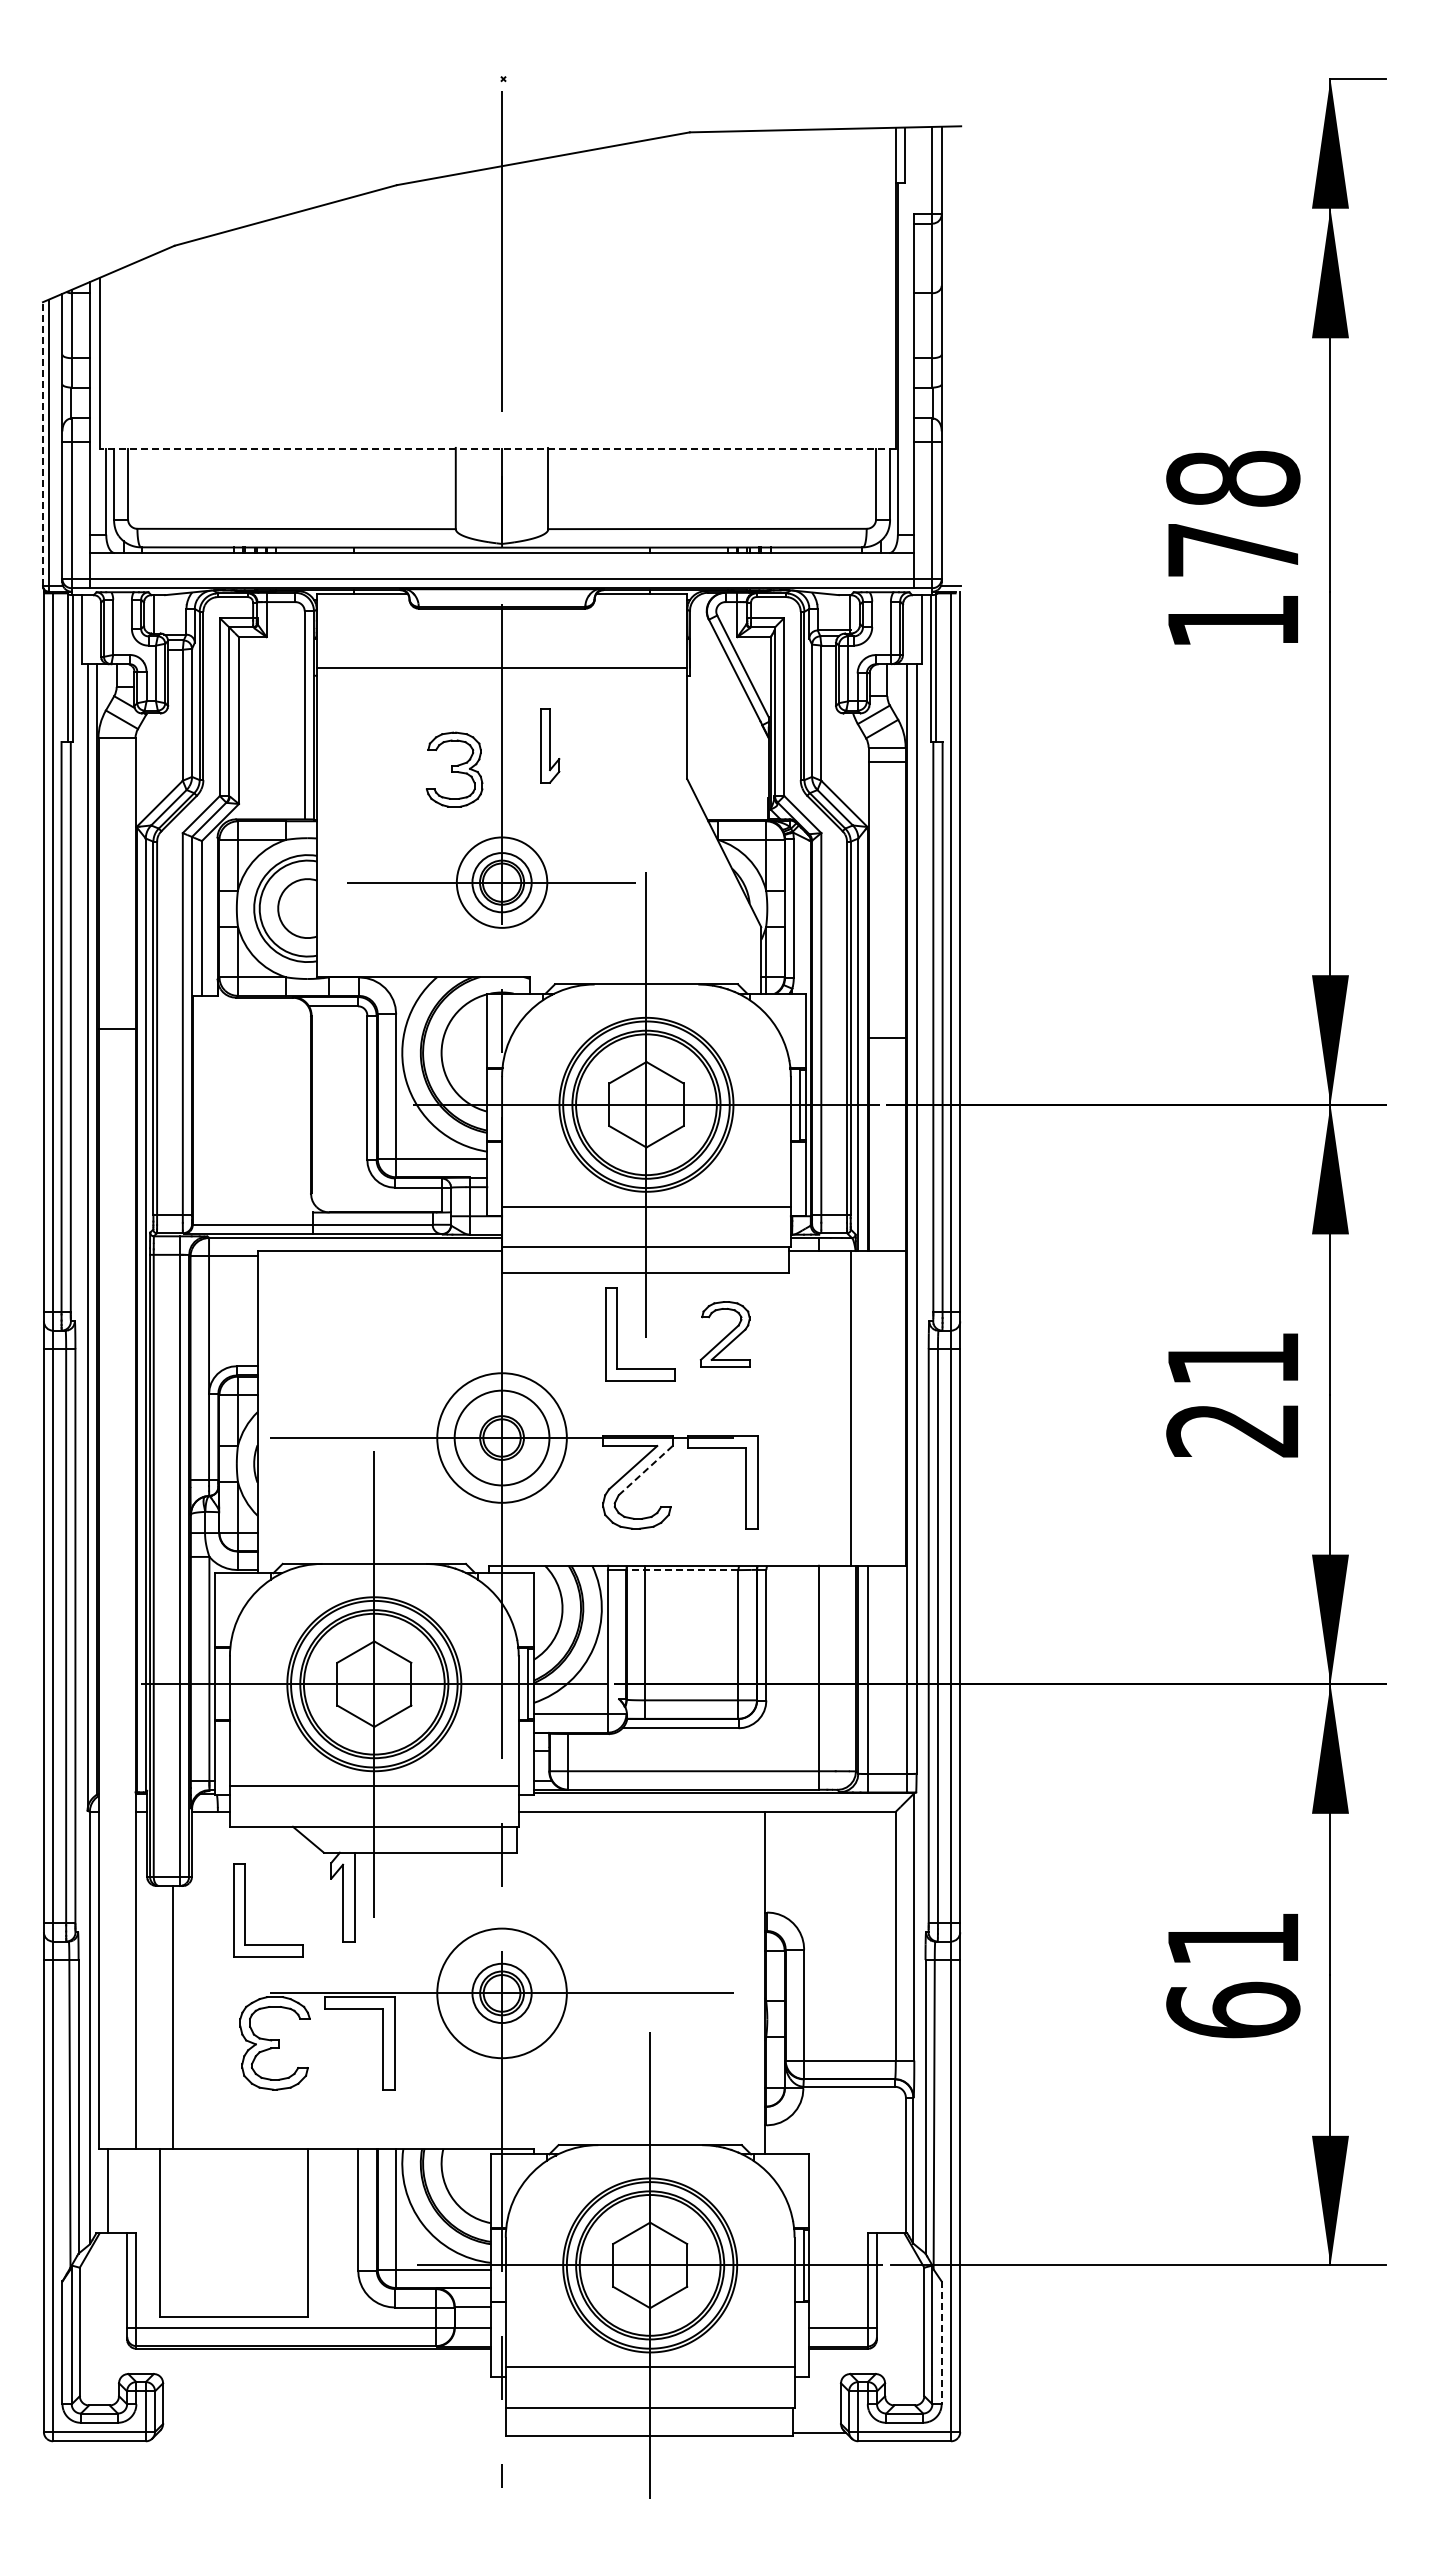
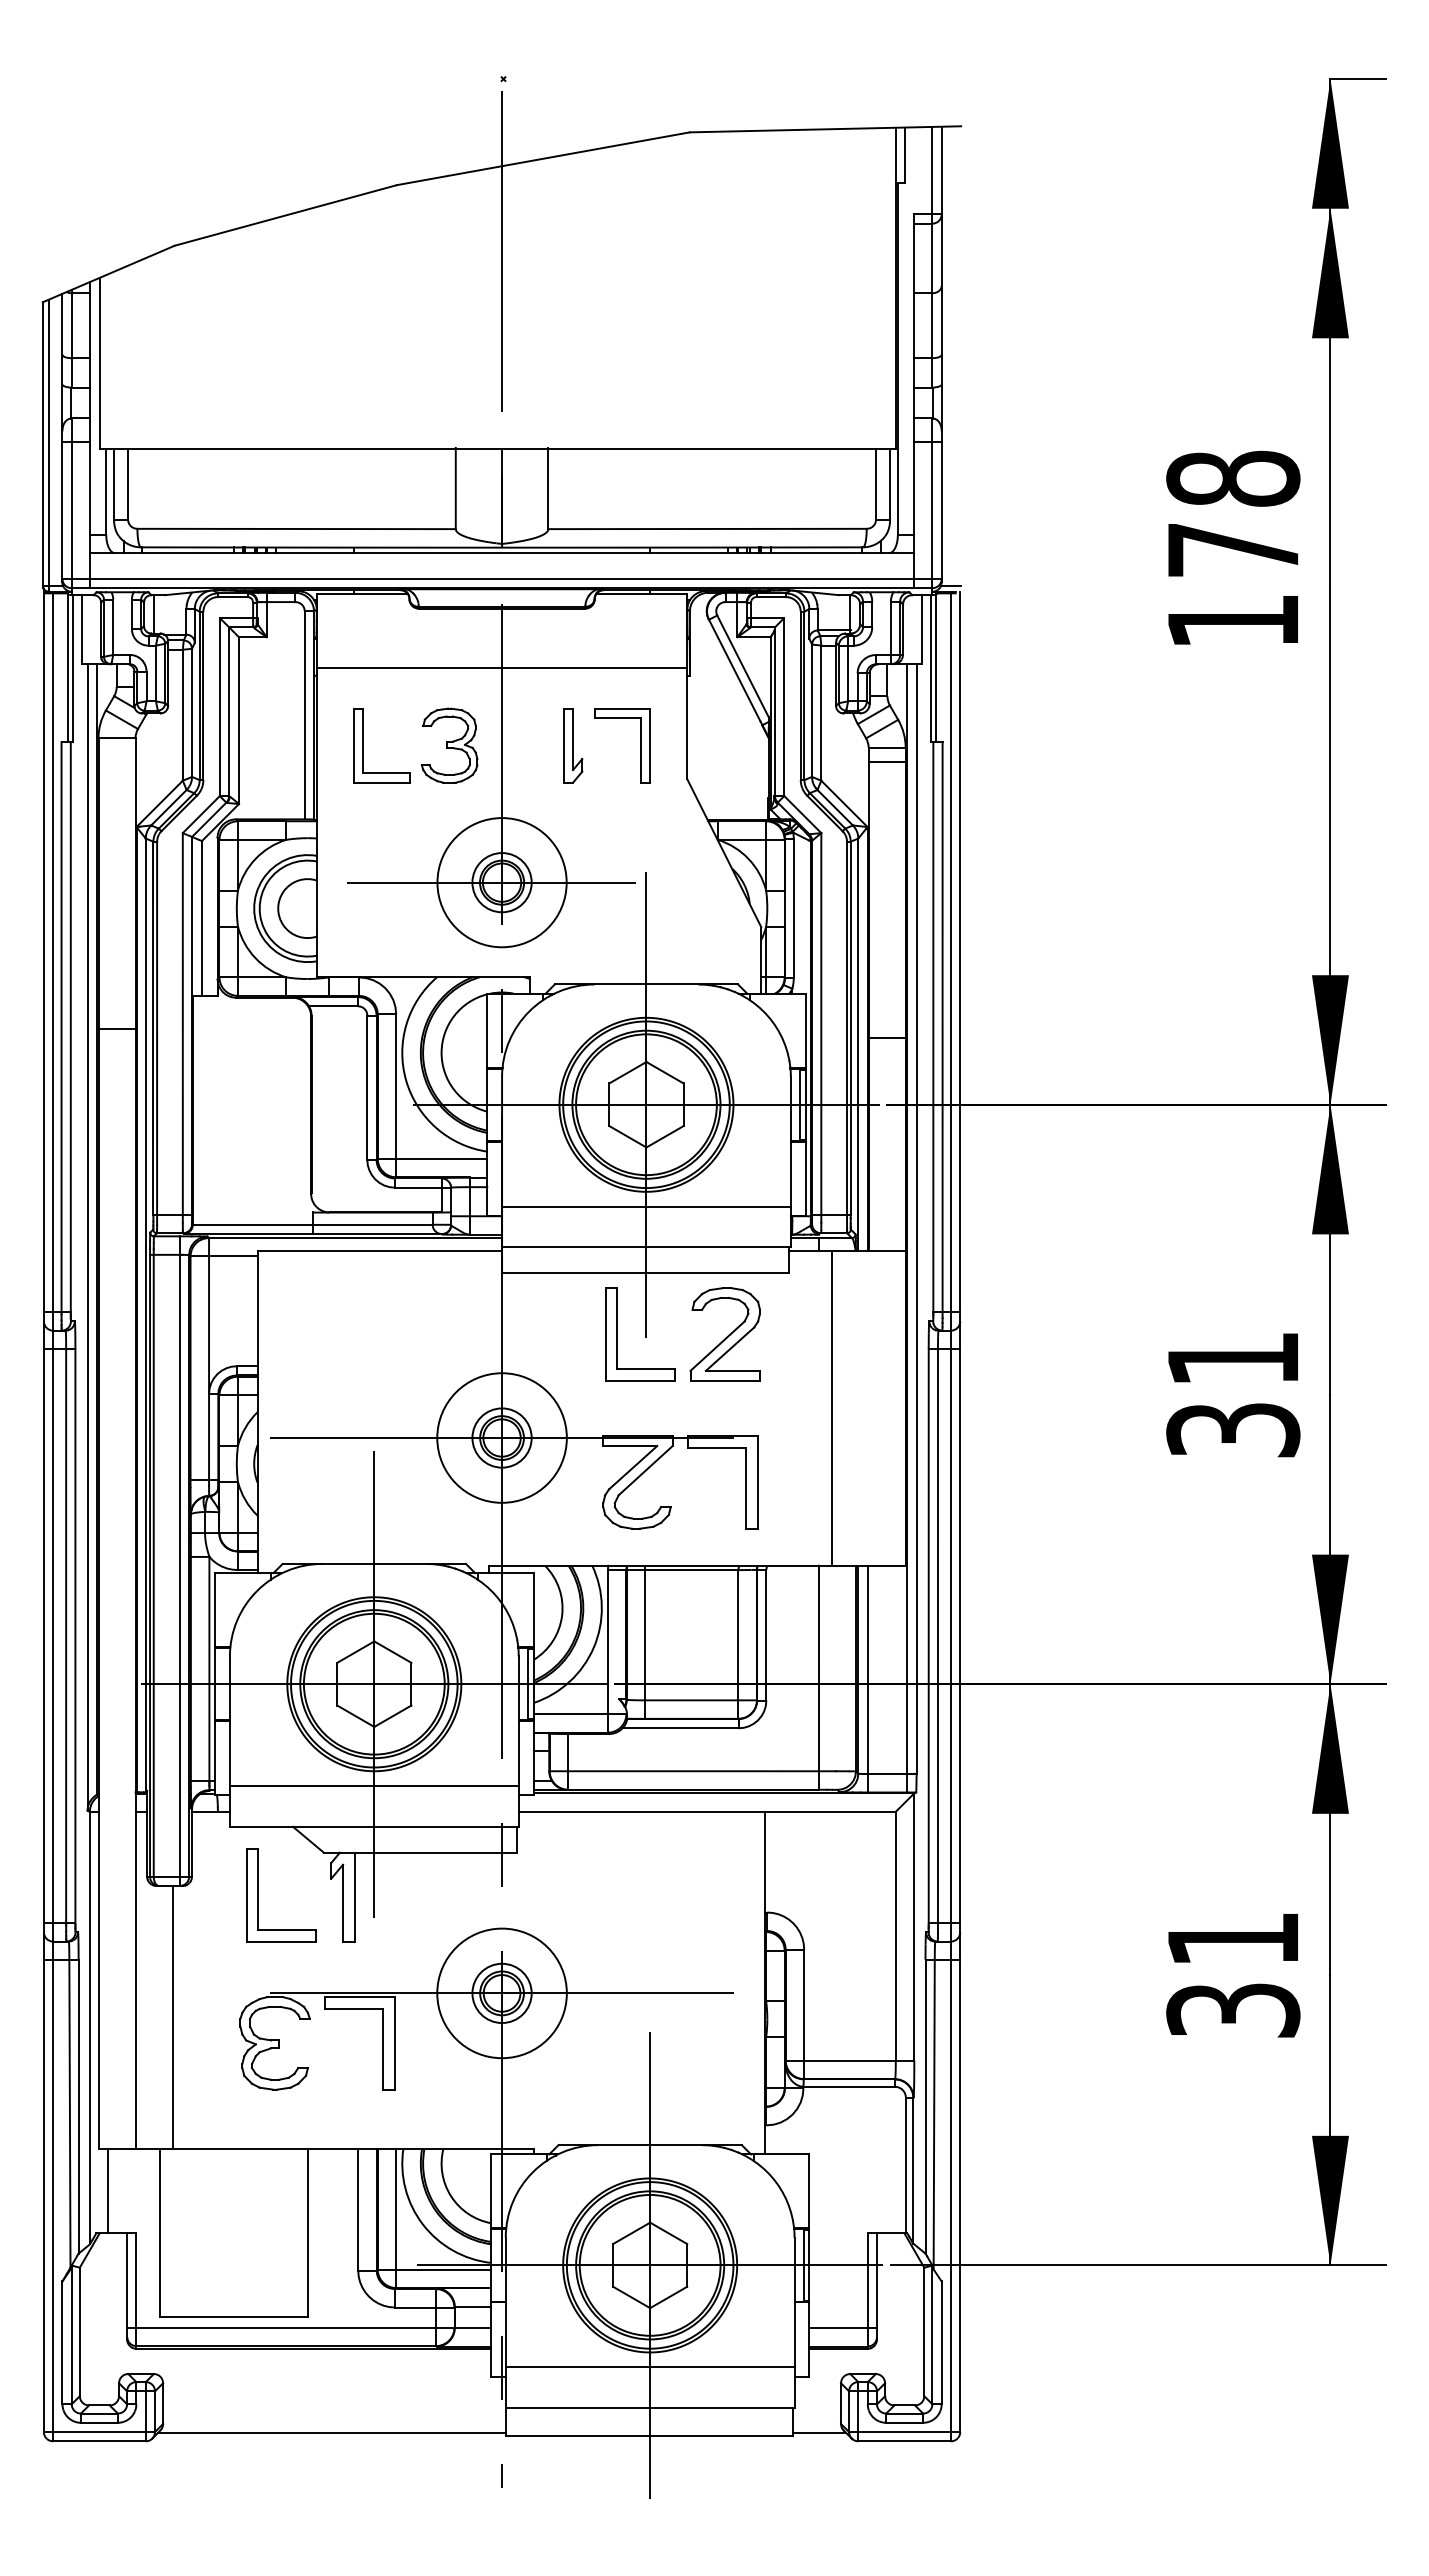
line at (42, 444): dashed -> solid
line at (497, 448): dashed -> solid
part at (363, 745): none -> present
part at (550, 745) position: (550, 745) -> (573, 745)
part at (640, 745): none -> present
part at (454, 769) position: (454, 769) -> (449, 745)
circle at (501, 882) diameter: 90 px -> 129 px
part at (724, 1334) size: 52x67 px -> 72x95 px
line at (850, 1408) position: (850, 1408) -> (831, 1408)
text at (1233, 1430): 21 -> 31
circle at (501, 1437) diameter: 95 px -> 59 px
line at (645, 1470): dashed -> solid
line at (682, 1570): dashed -> solid
part at (245, 1910) position: (245, 1910) -> (258, 1895)
text at (1233, 2009): 61 -> 31
line at (941, 2343): dashed -> solid
line at (331, 2433): none -> present
